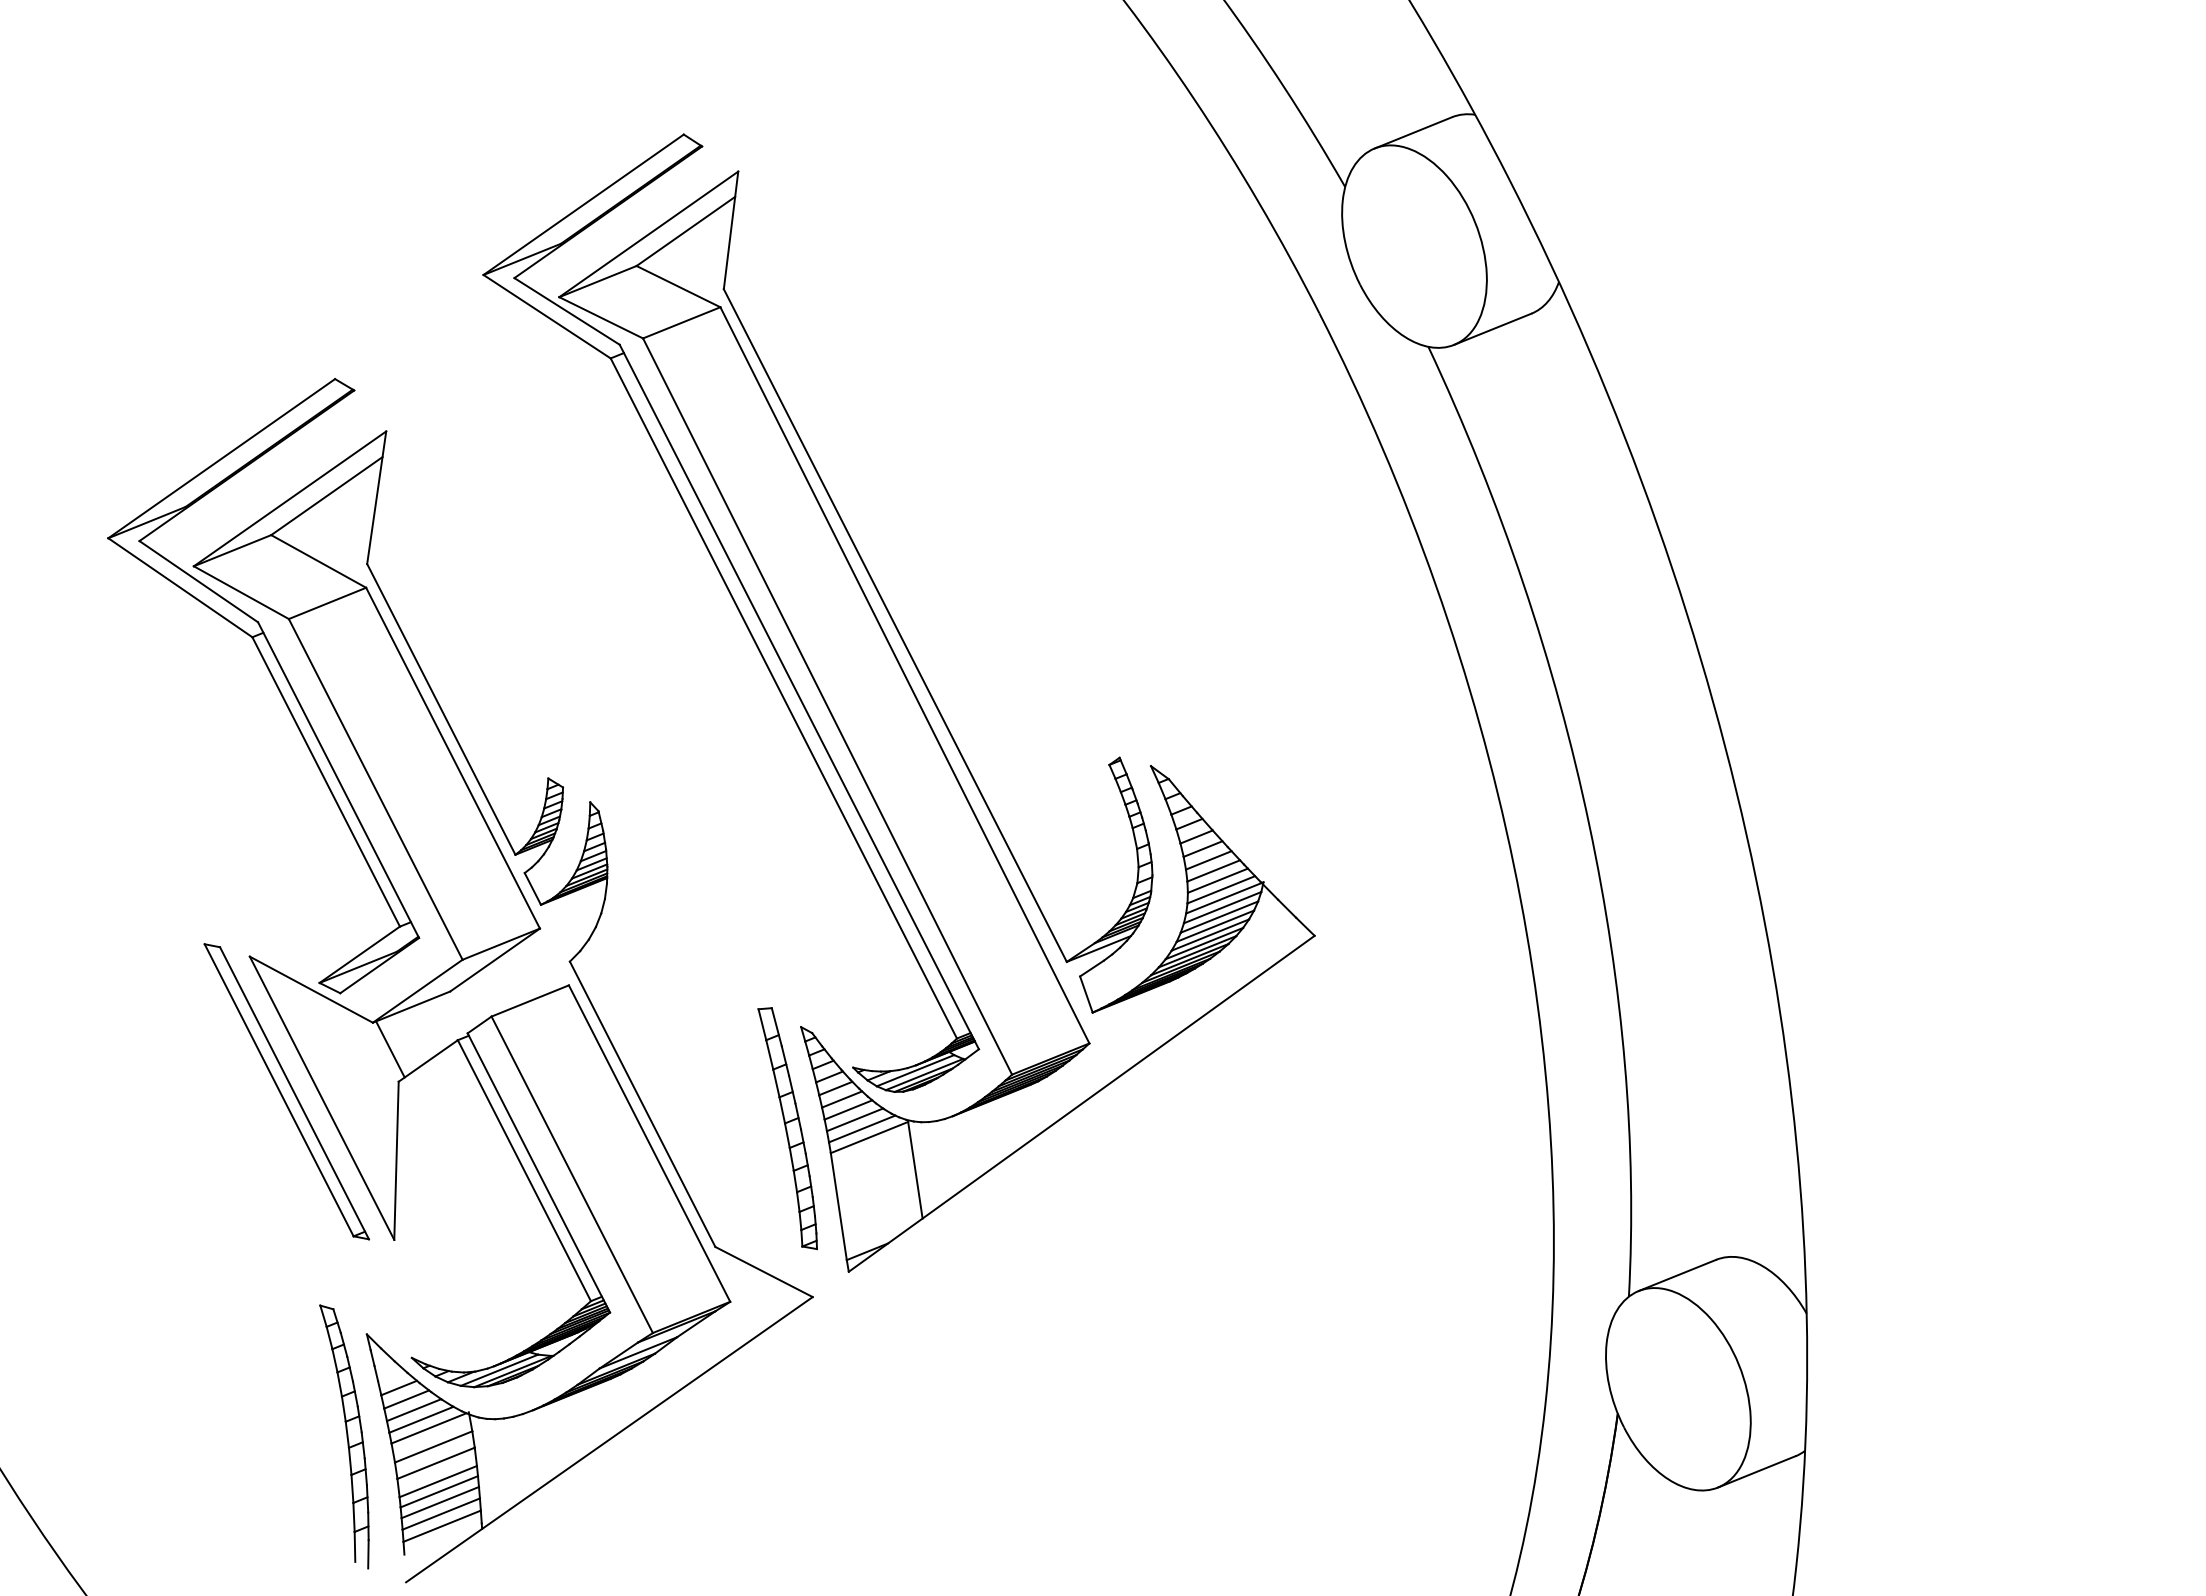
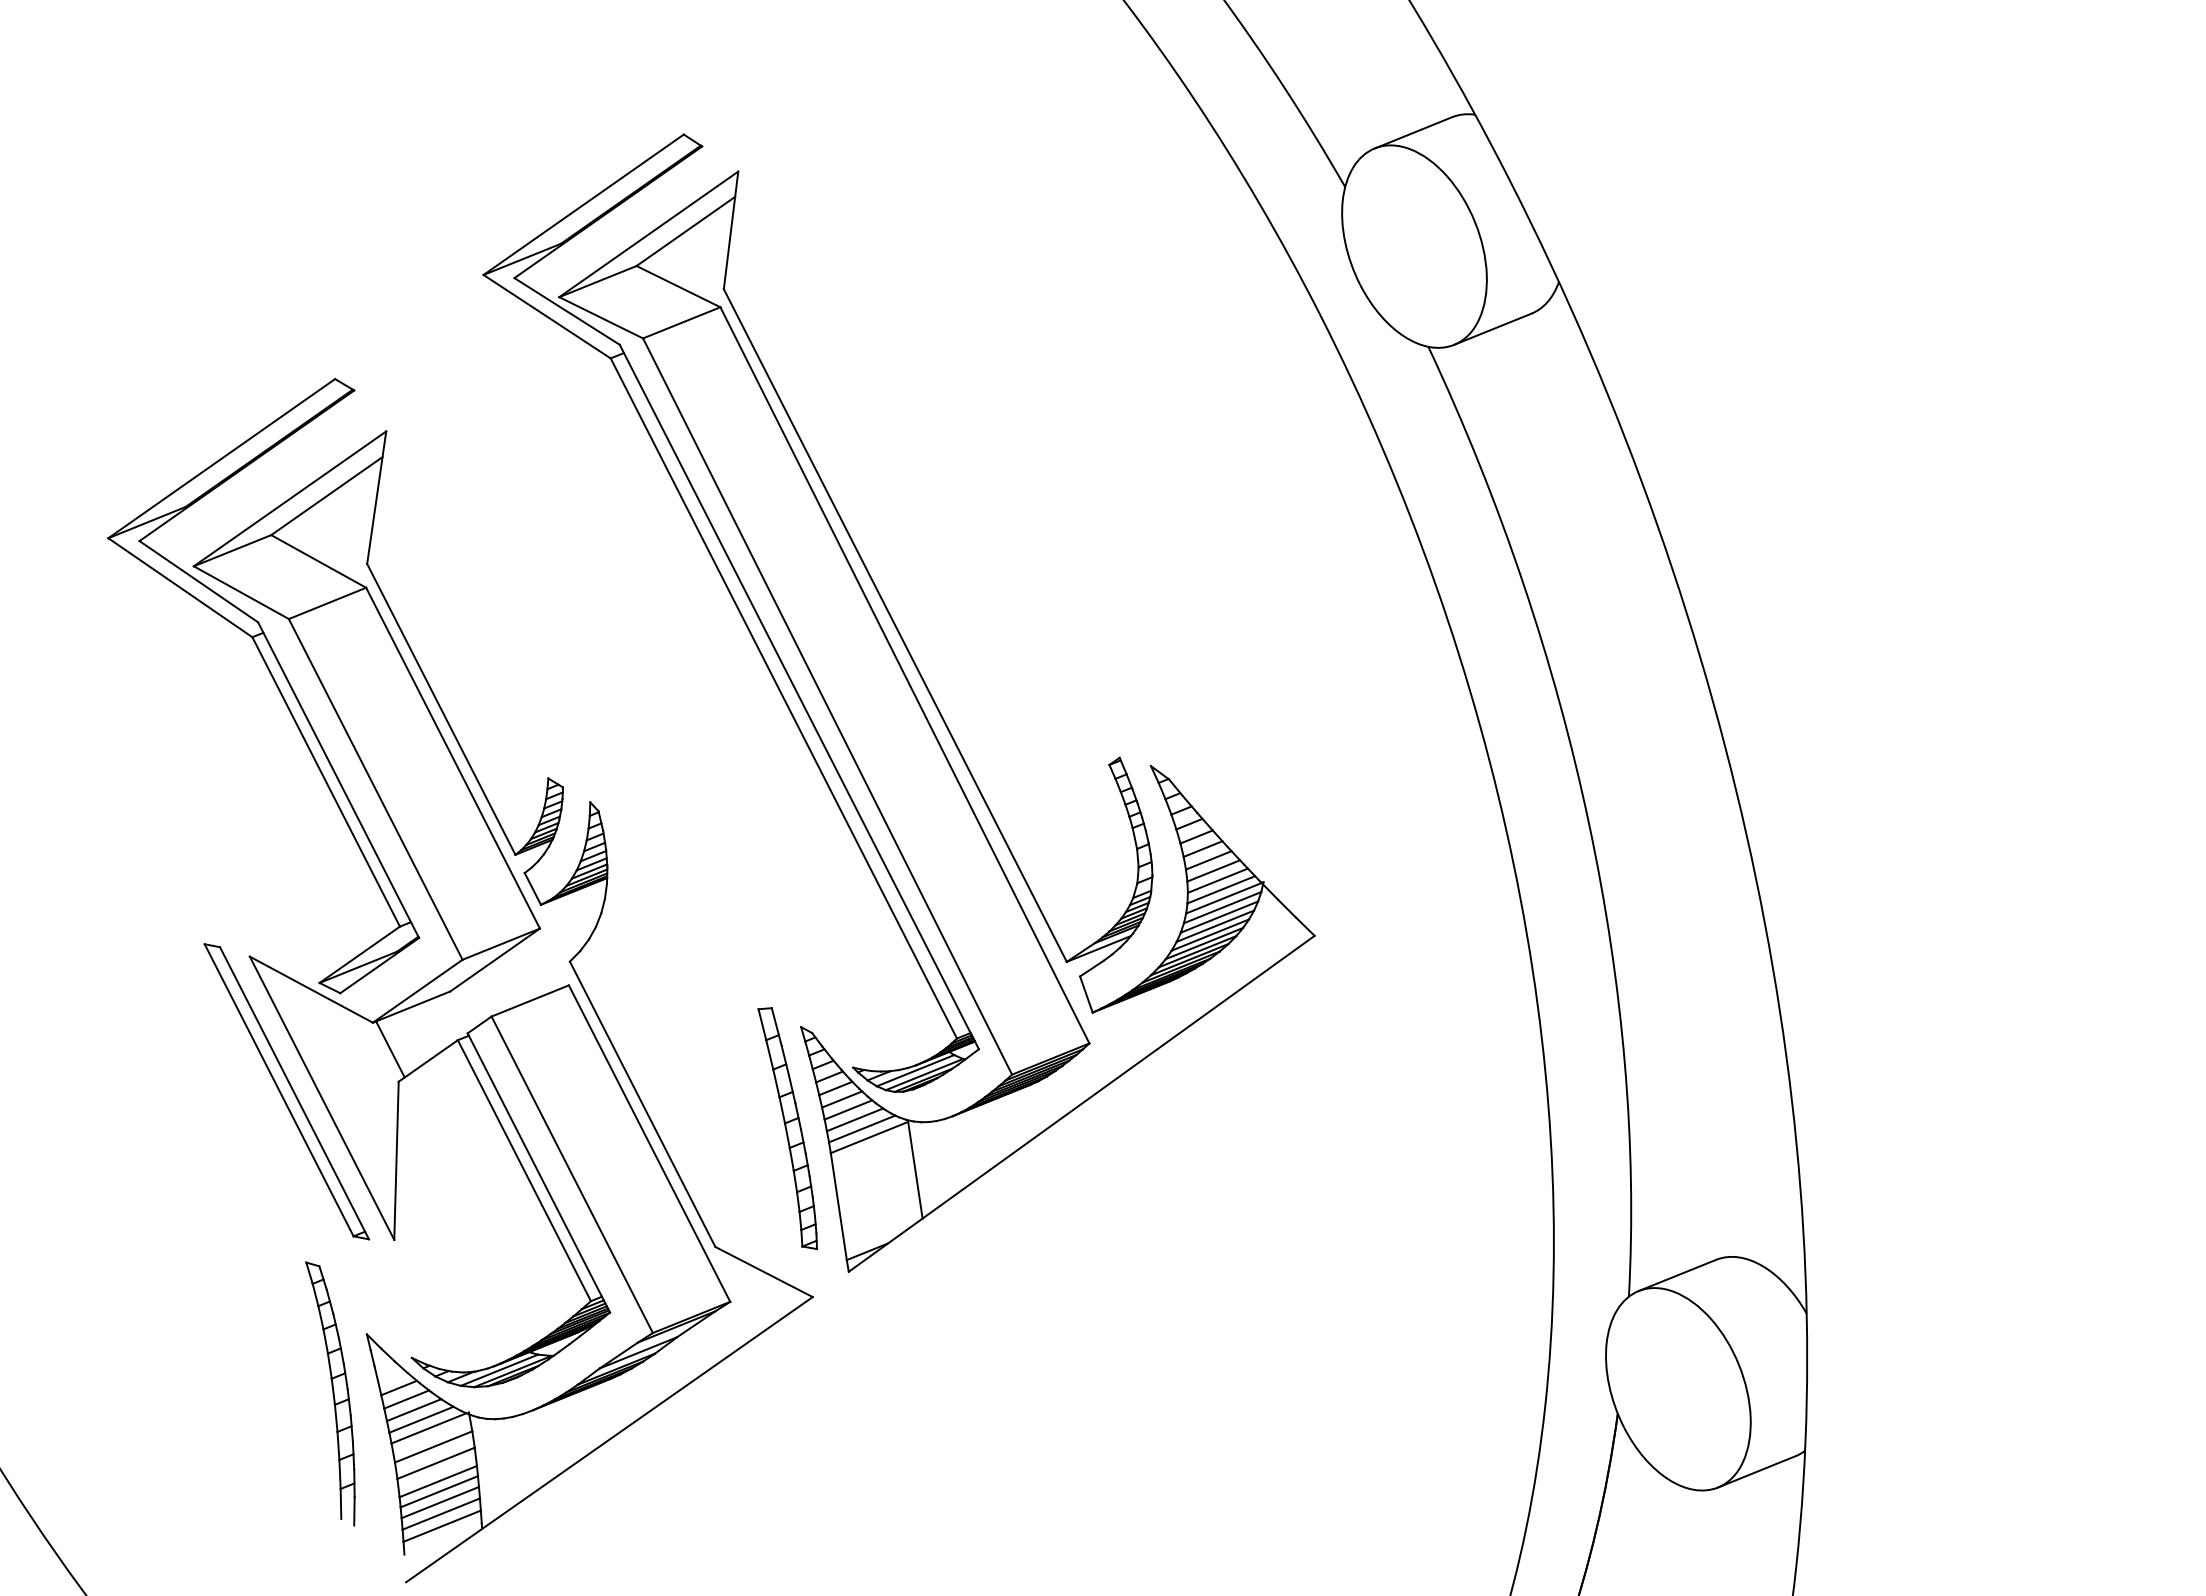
part at (344, 1436) position: (344, 1436) -> (330, 1393)
